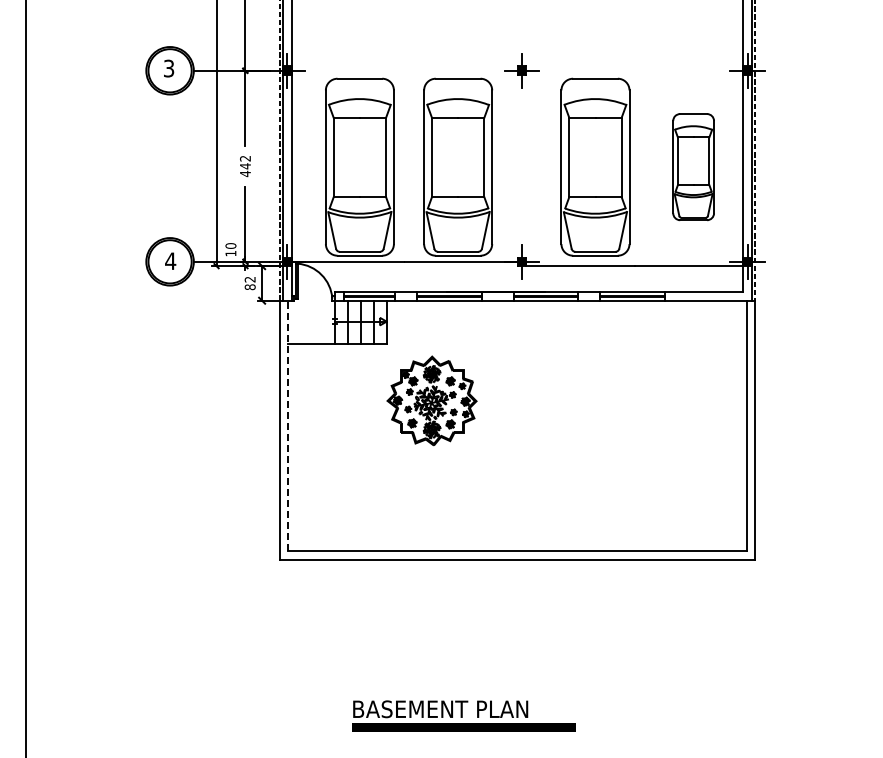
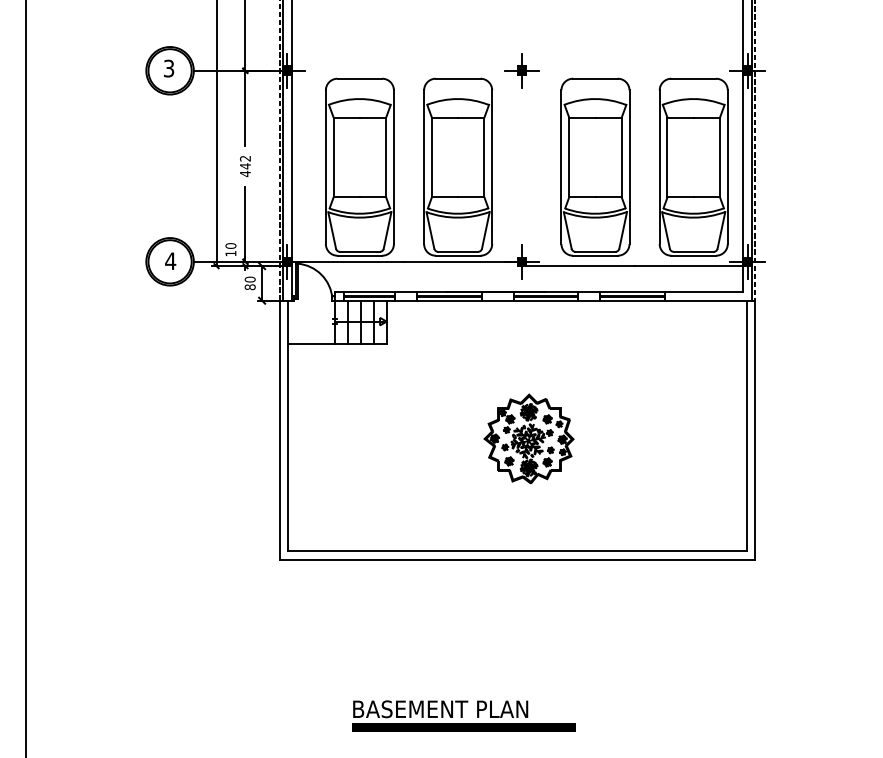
part at (693, 167) size: 43x109 px -> 71x180 px
text at (249, 279): 82 -> 80
part at (431, 400) position: (431, 400) -> (528, 438)
line at (288, 425): dashed -> solid
